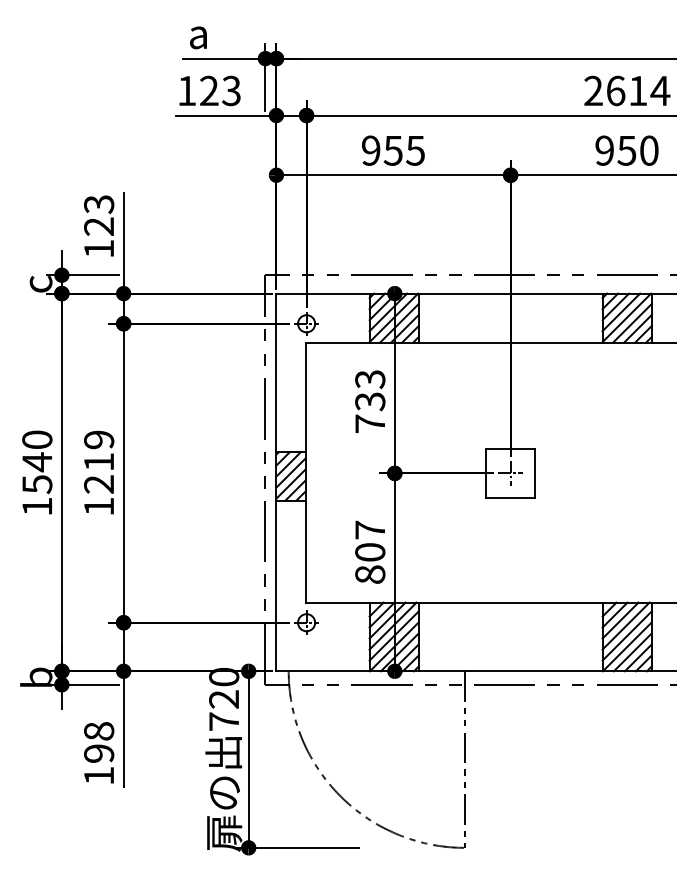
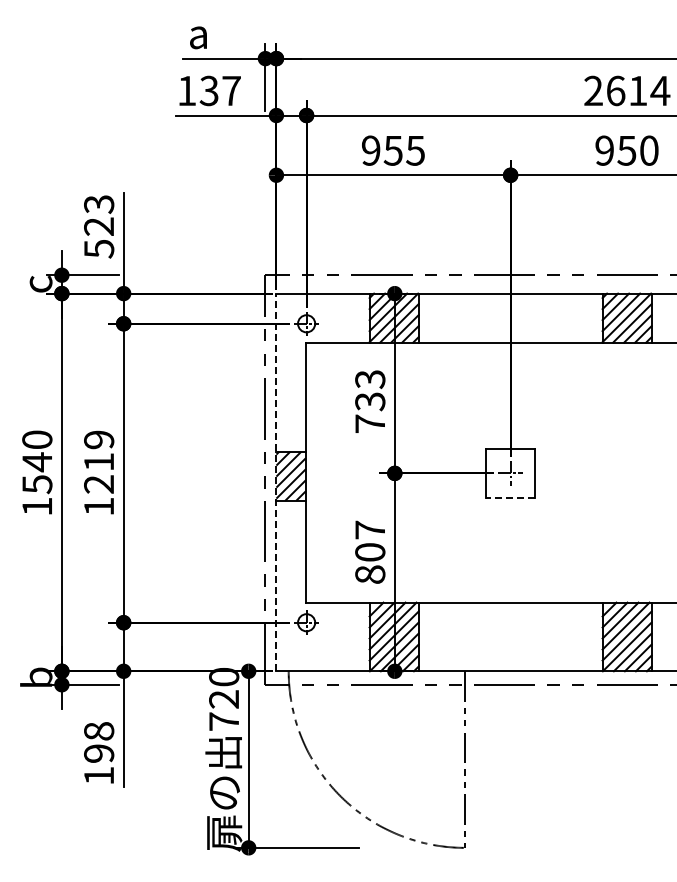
text at (219, 90): 123 -> 137
text at (99, 249): 123 -> 523
line at (276, 482): solid -> dashed
line at (510, 497): solid -> dashed
